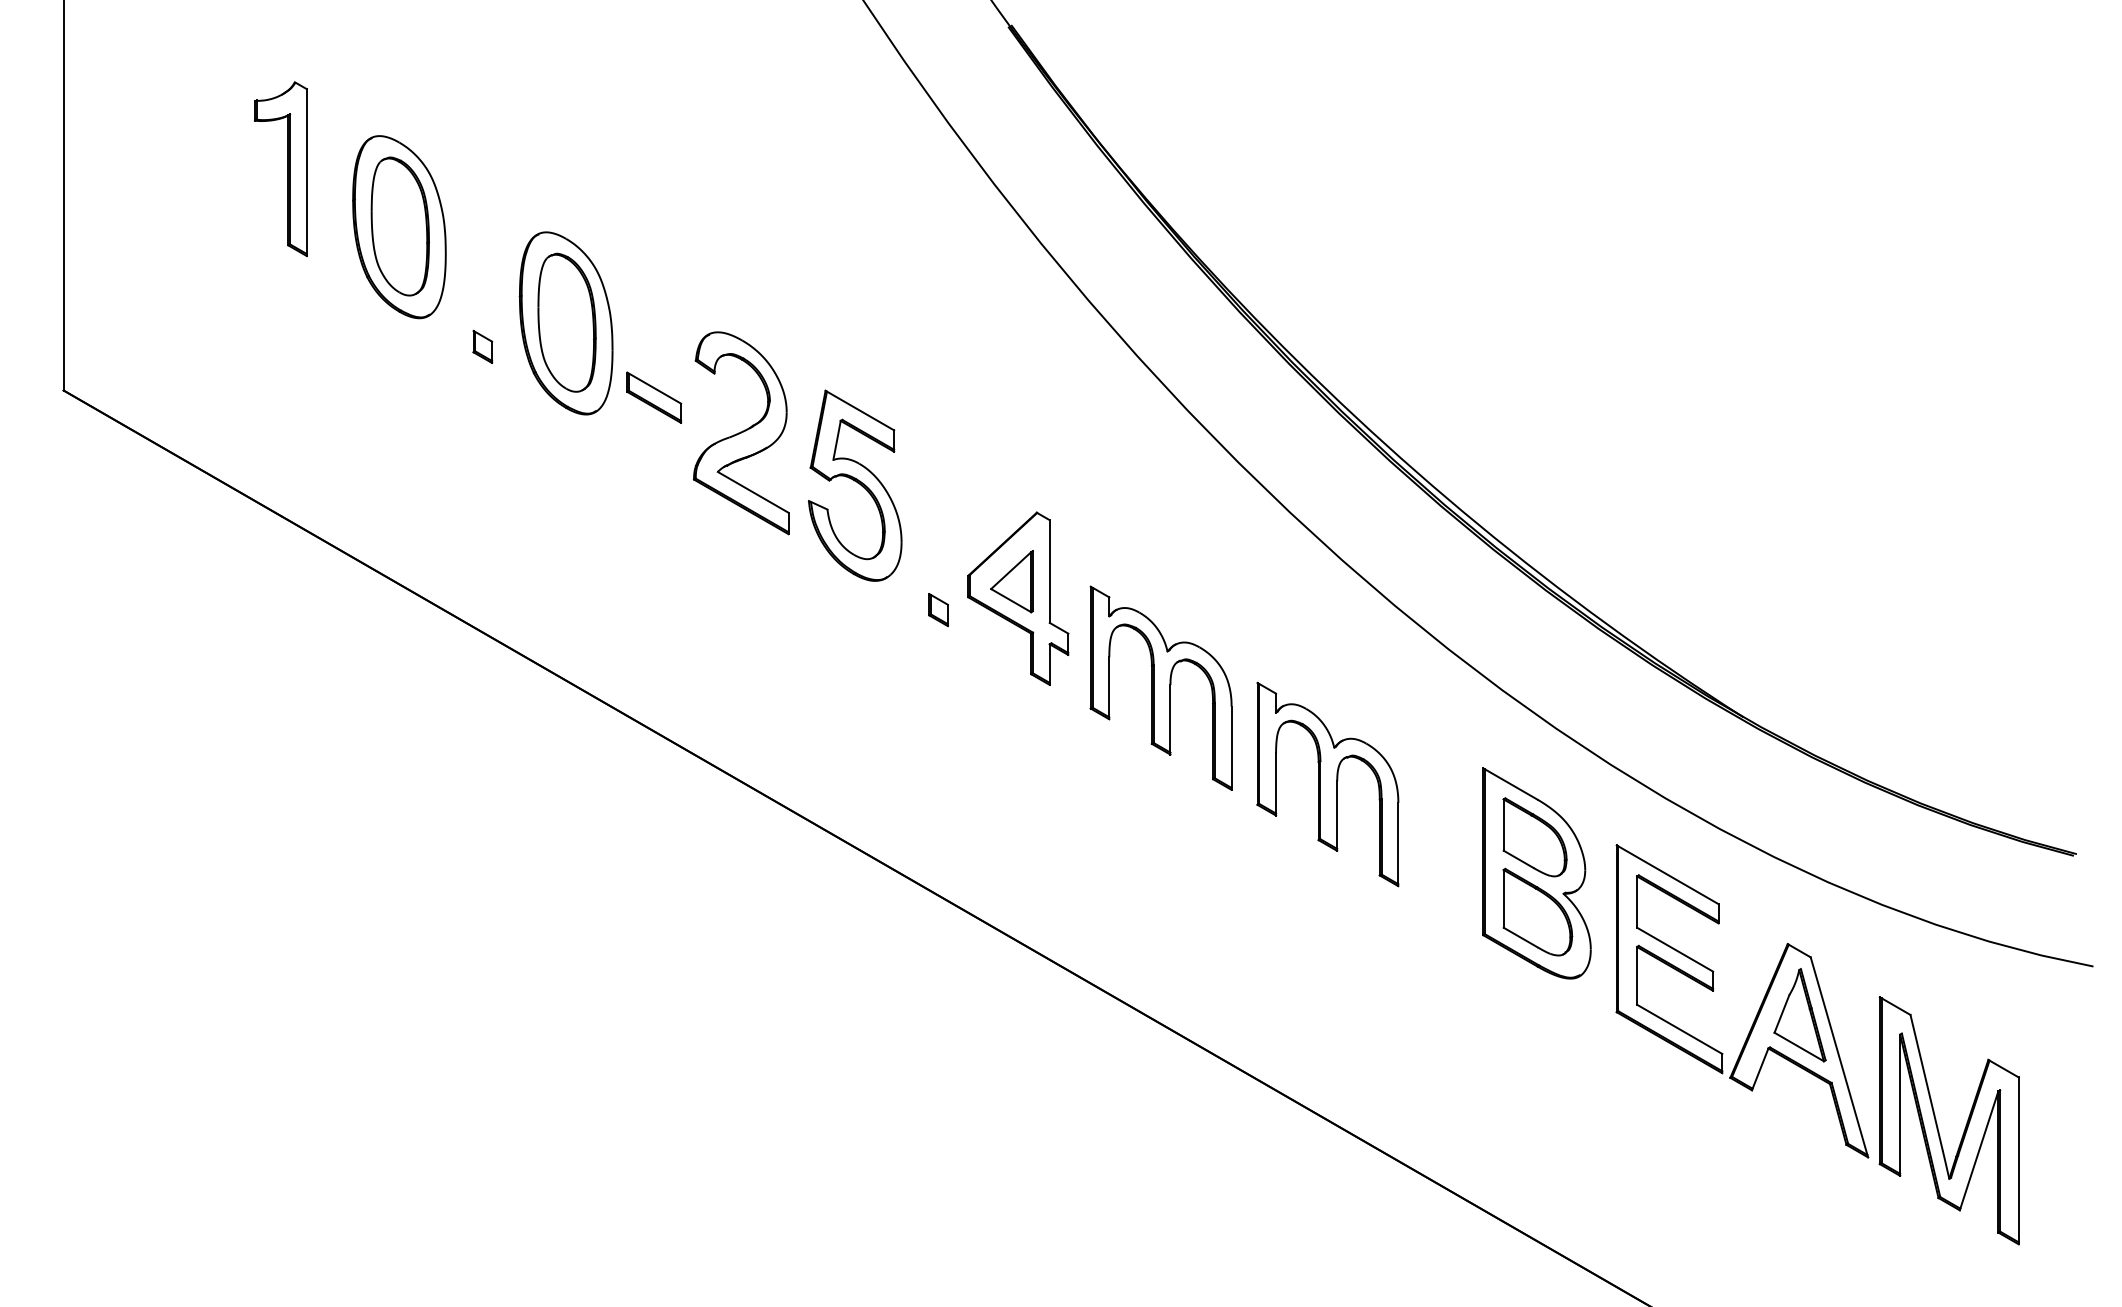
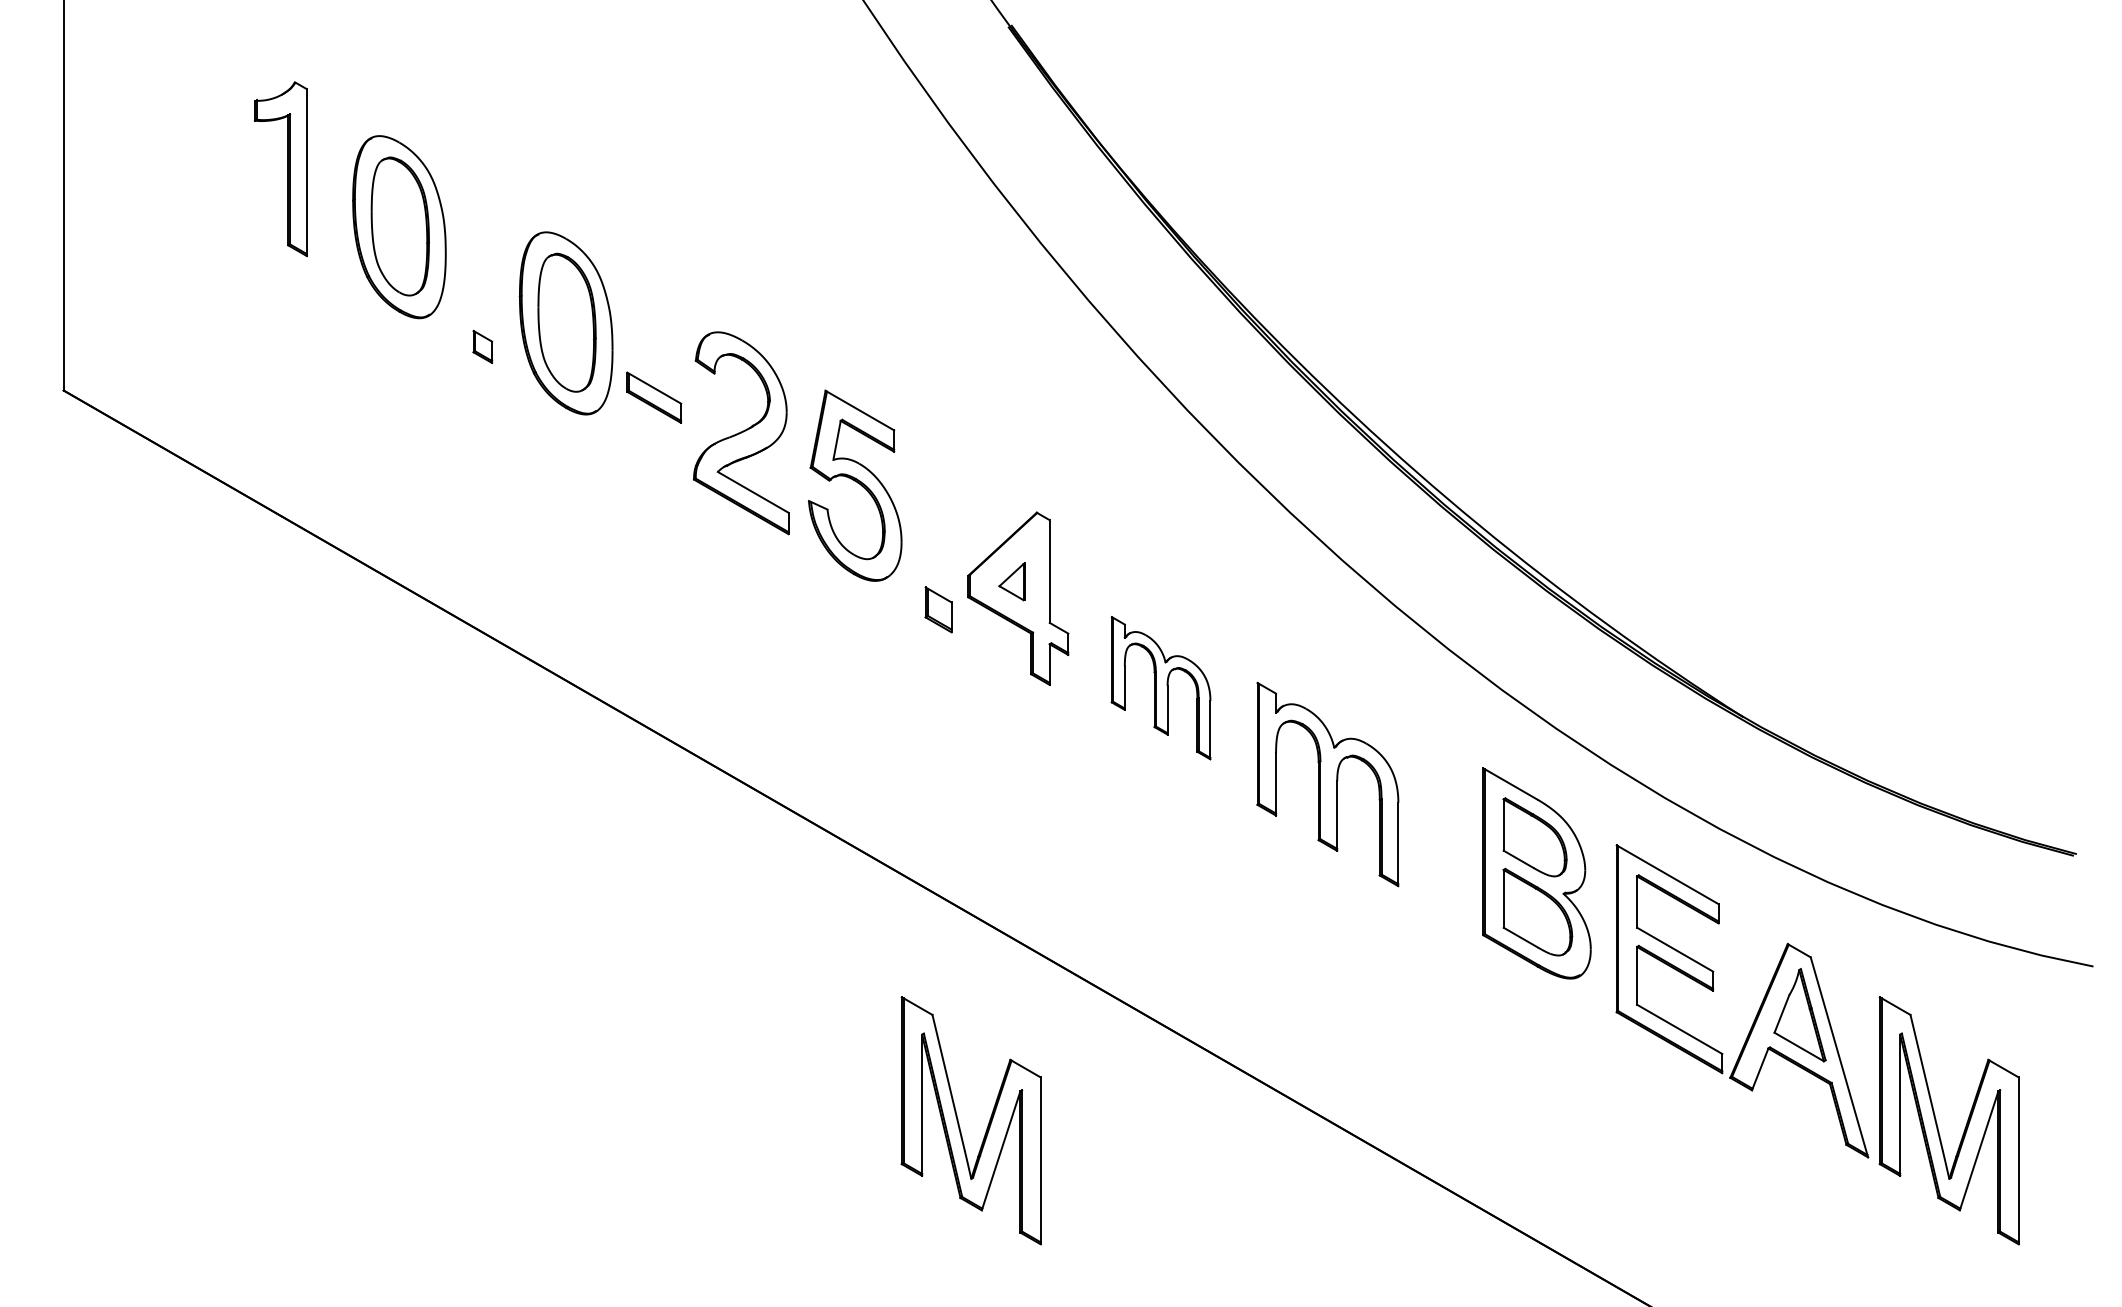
part at (1011, 581) size: 44x64 px -> 28x40 px
part at (938, 610) size: 21x35 px -> 29x48 px
part at (1160, 687) size: 144x206 px -> 102x145 px
part at (959, 1123): none -> present
